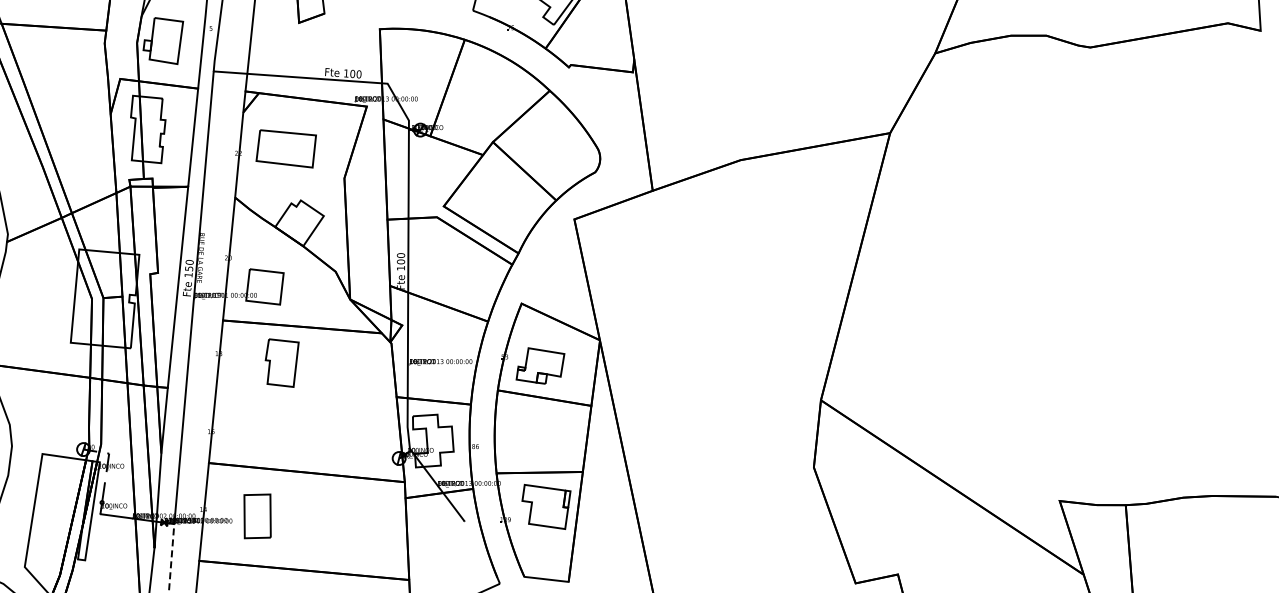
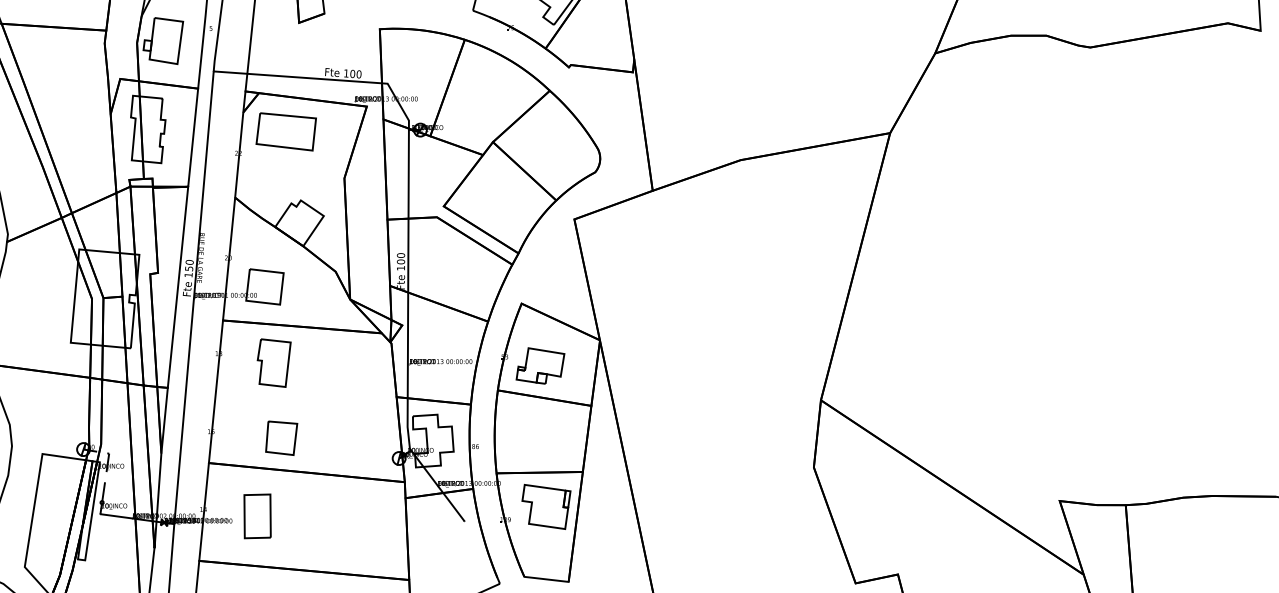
part at (285, 148) position: (285, 148) -> (285, 131)
part at (281, 362) position: (281, 362) -> (273, 362)
part at (281, 437): none -> present
line at (171, 557): dashed -> solid
